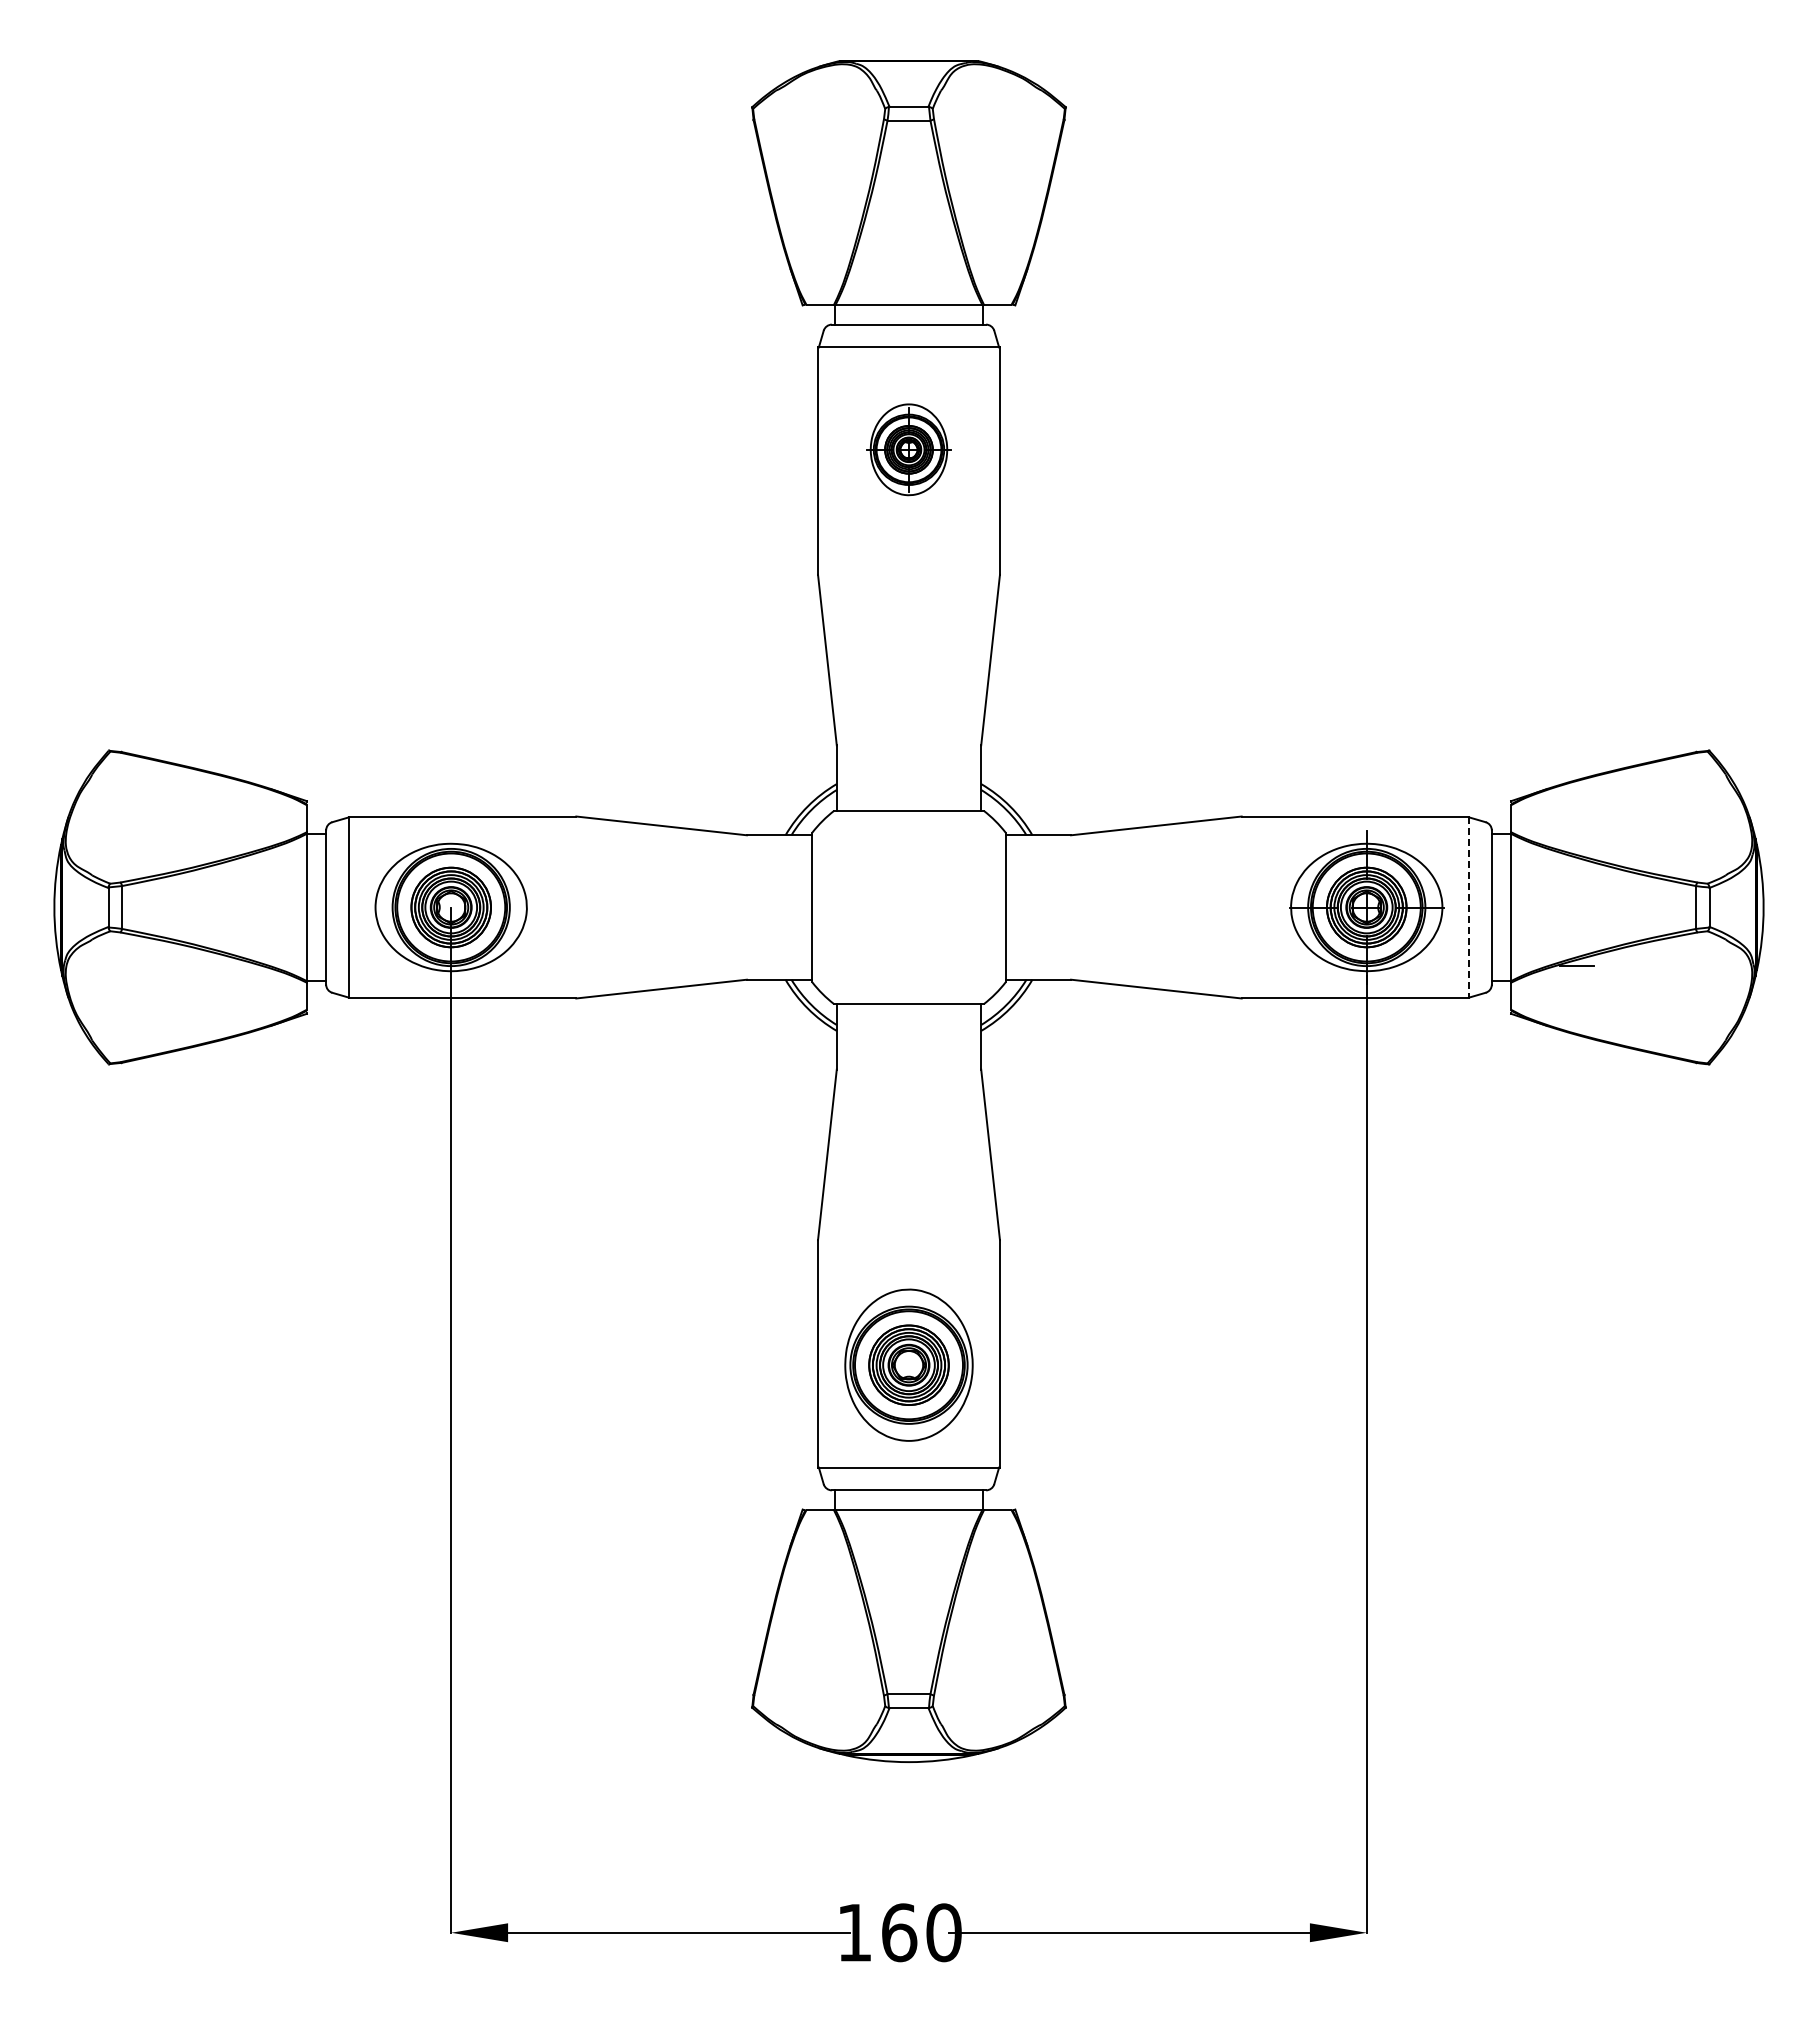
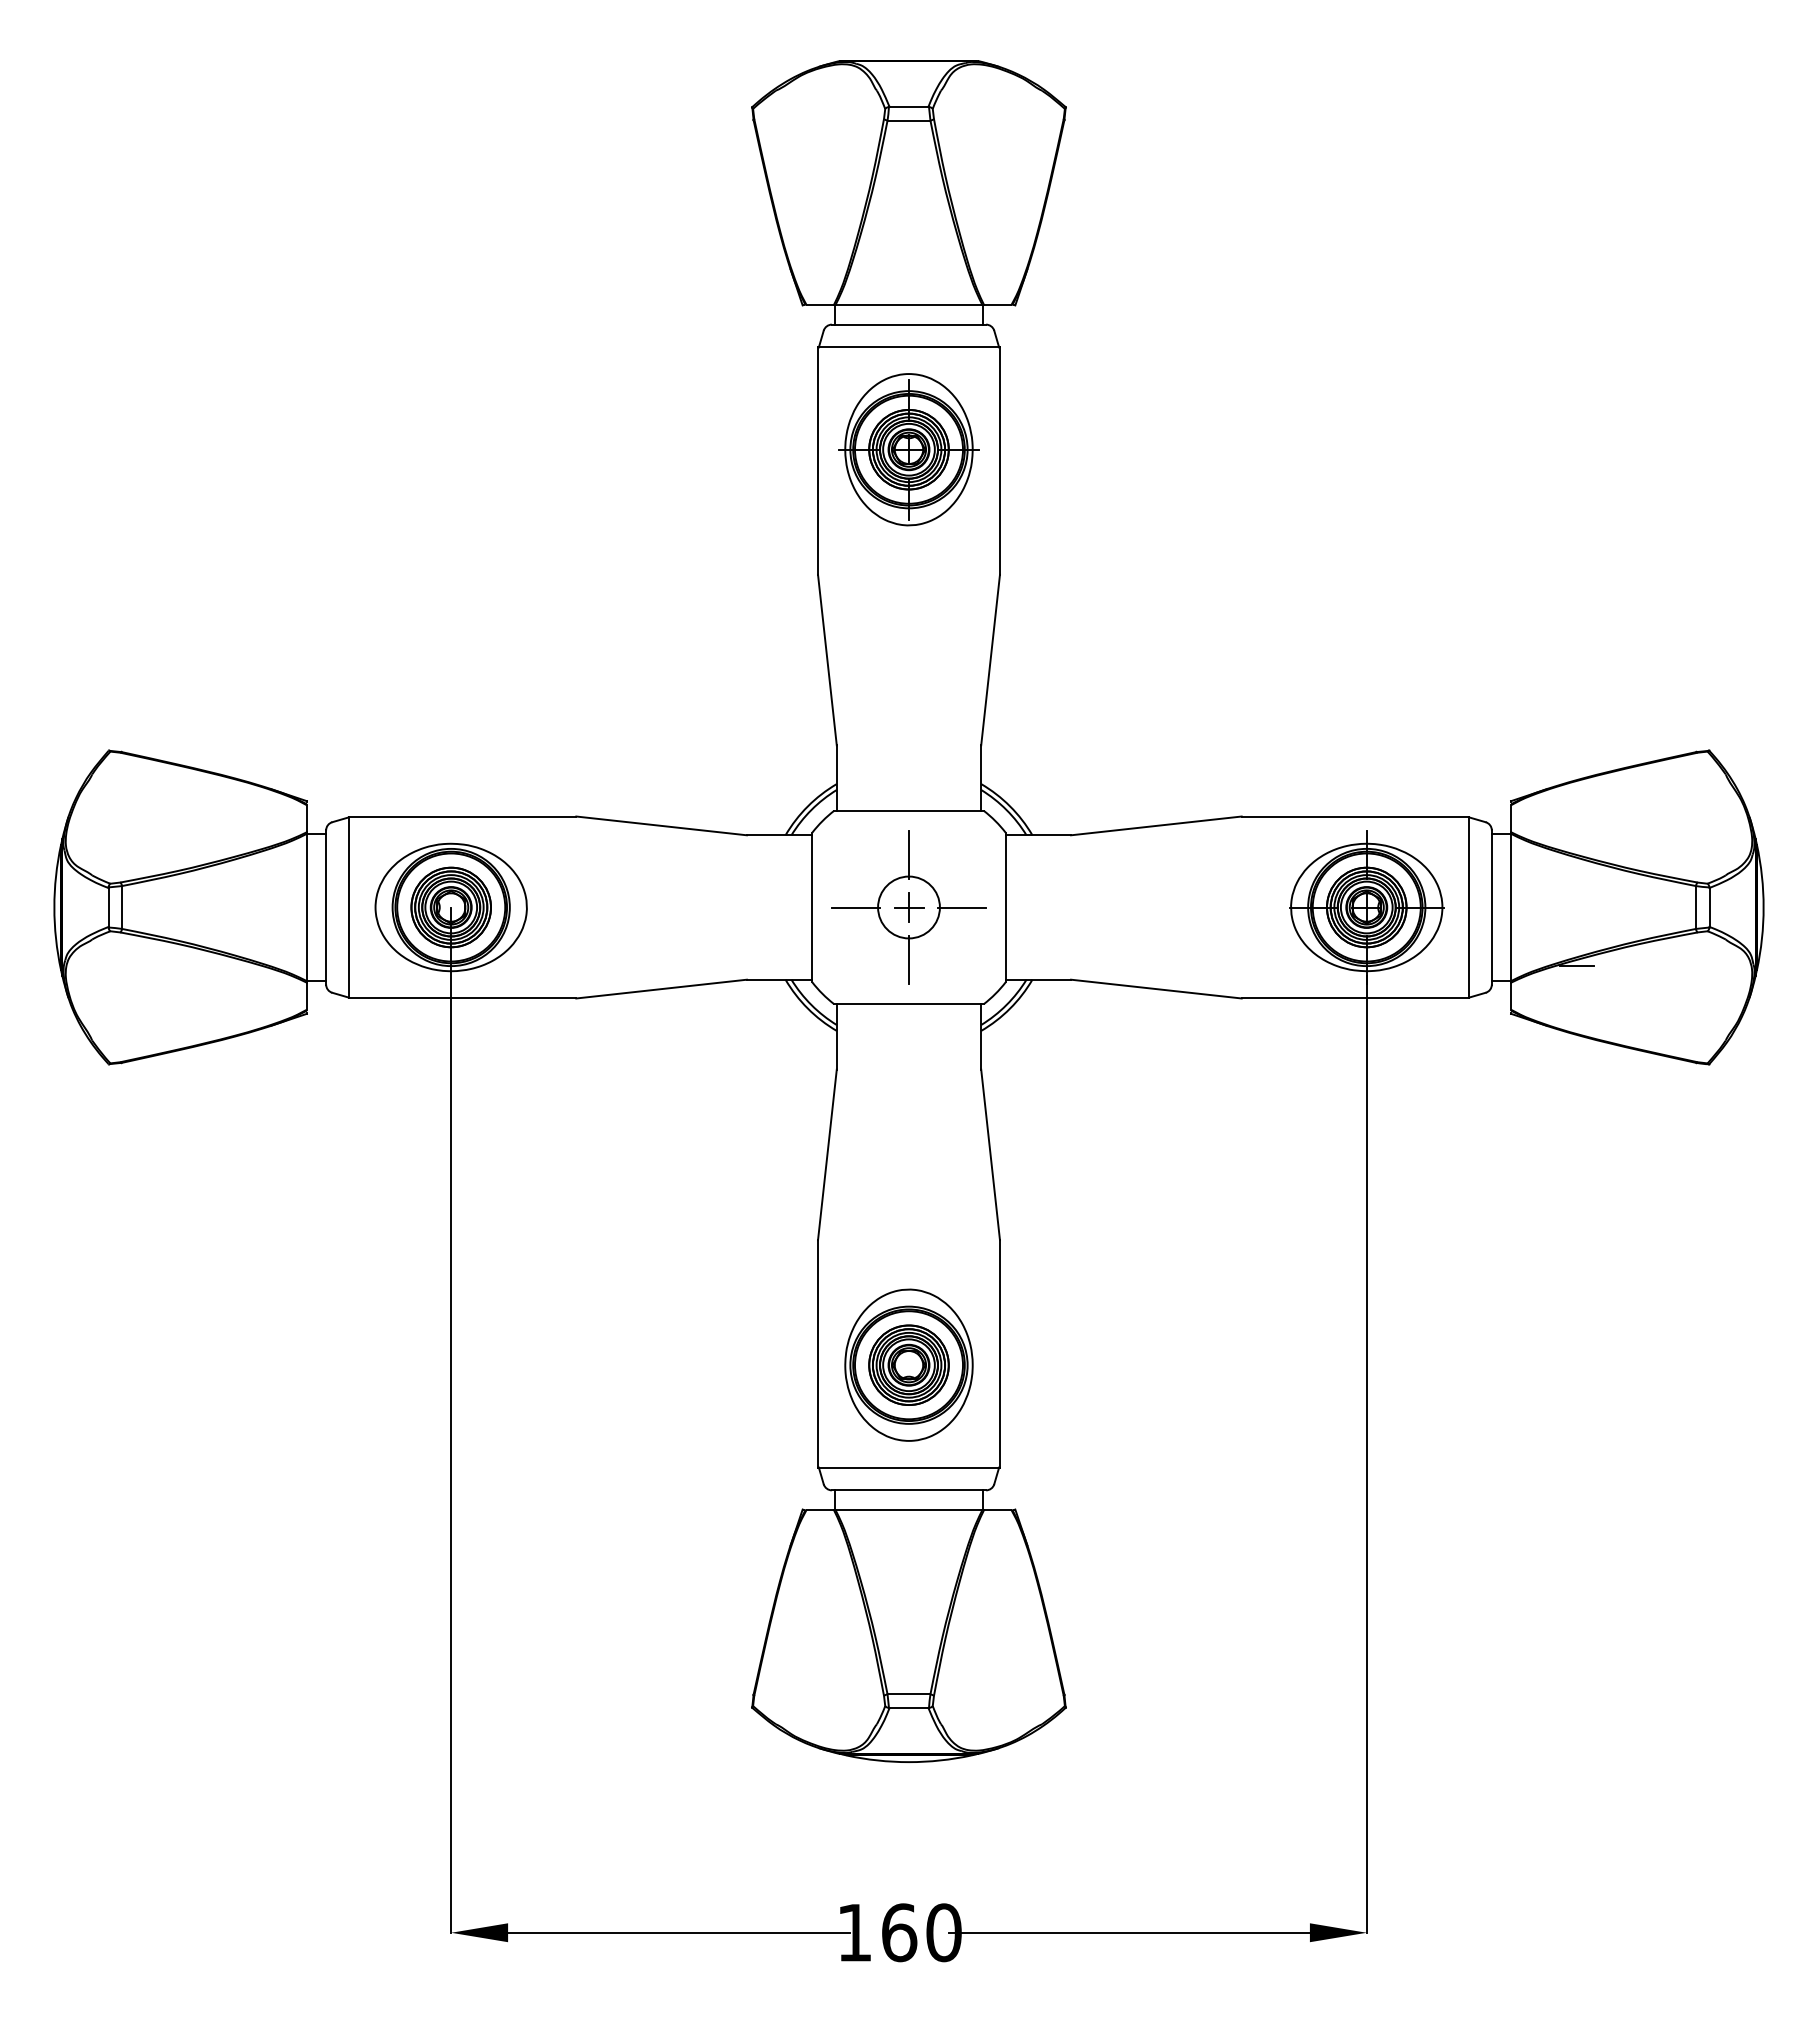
part at (908, 449) size: 86x94 px -> 142x154 px
part at (908, 907): none -> present
line at (1469, 907): dashed -> solid
